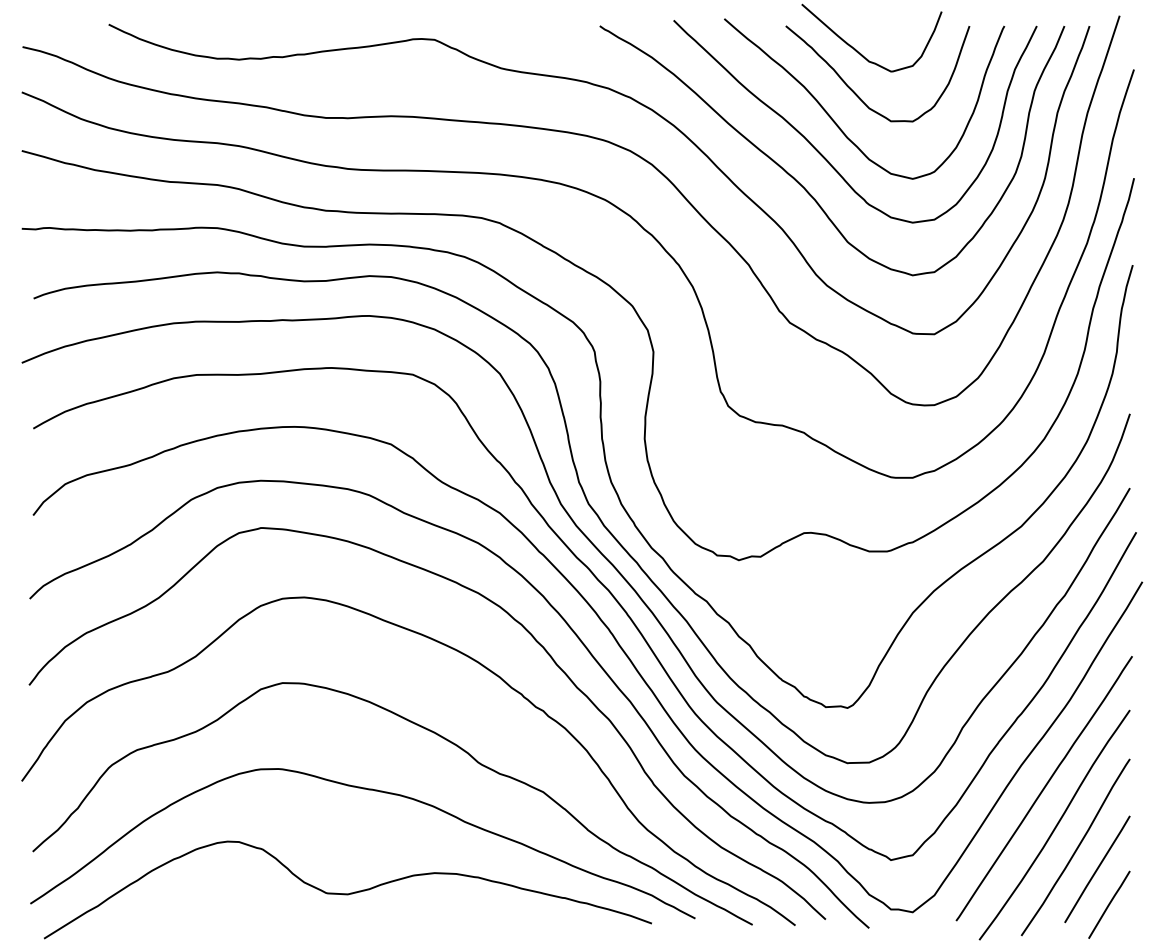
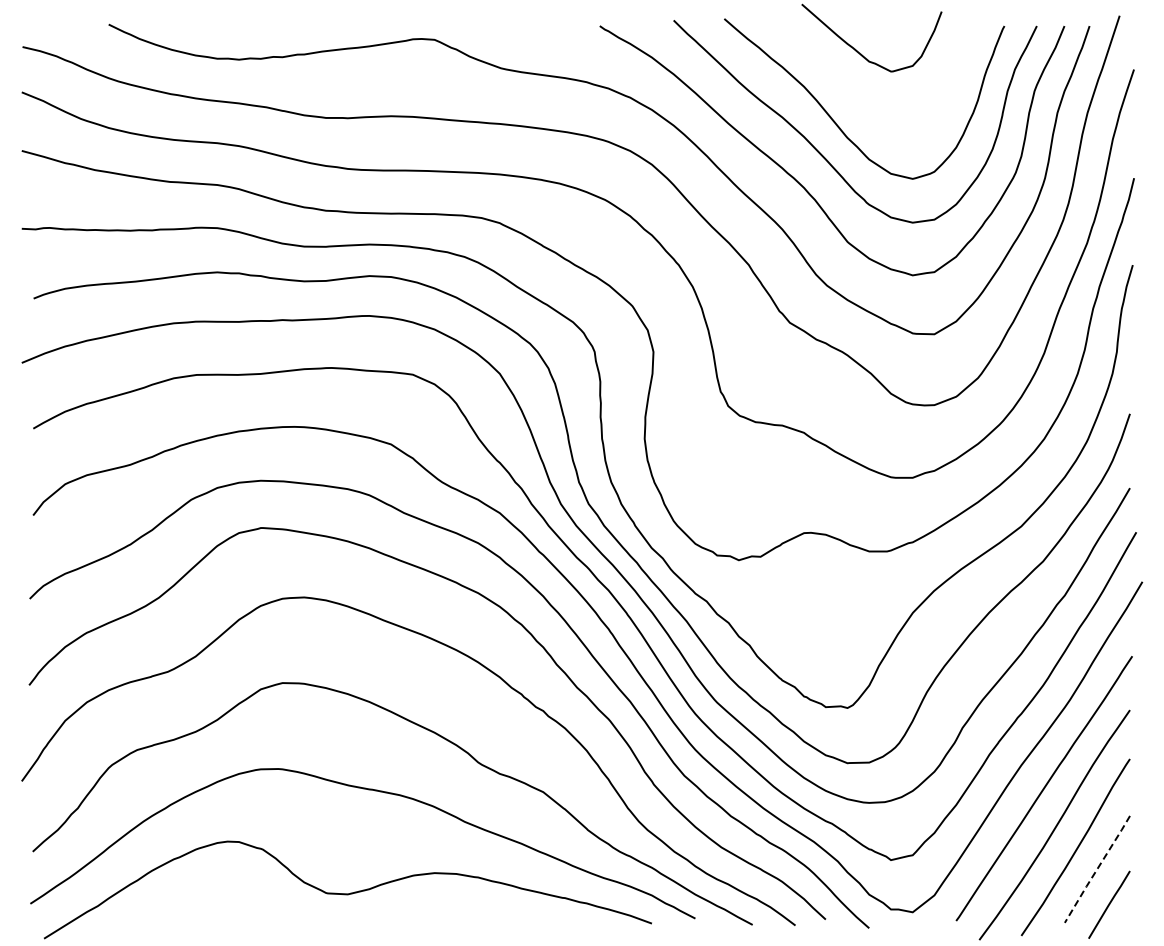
curve at (856, 93): present -> none
line at (1097, 869): solid -> dashed
